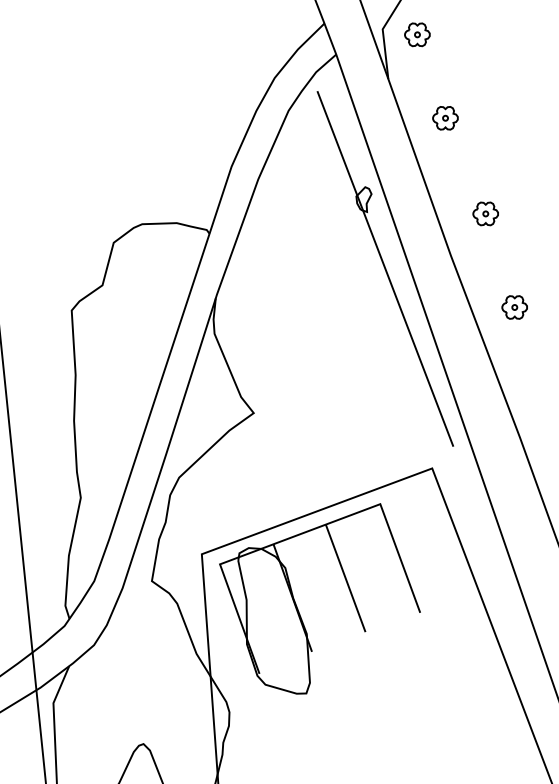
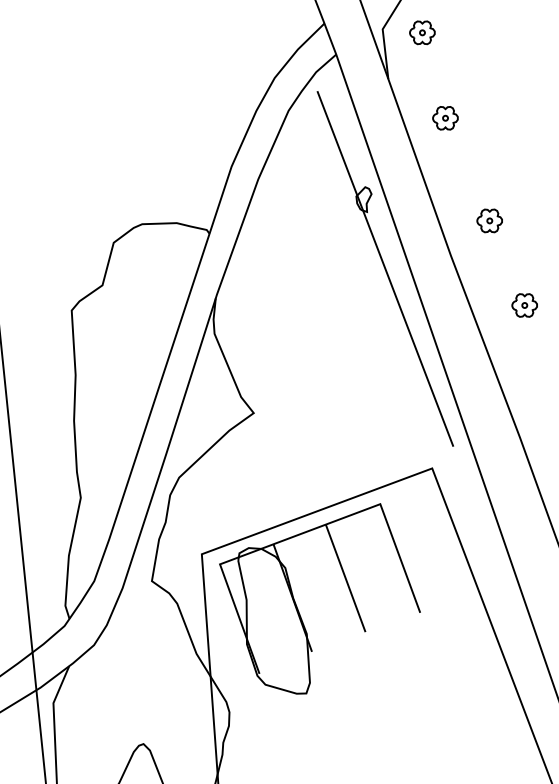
part at (417, 34) position: (417, 34) -> (422, 32)
part at (485, 213) position: (485, 213) -> (489, 220)
part at (514, 307) position: (514, 307) -> (524, 305)
